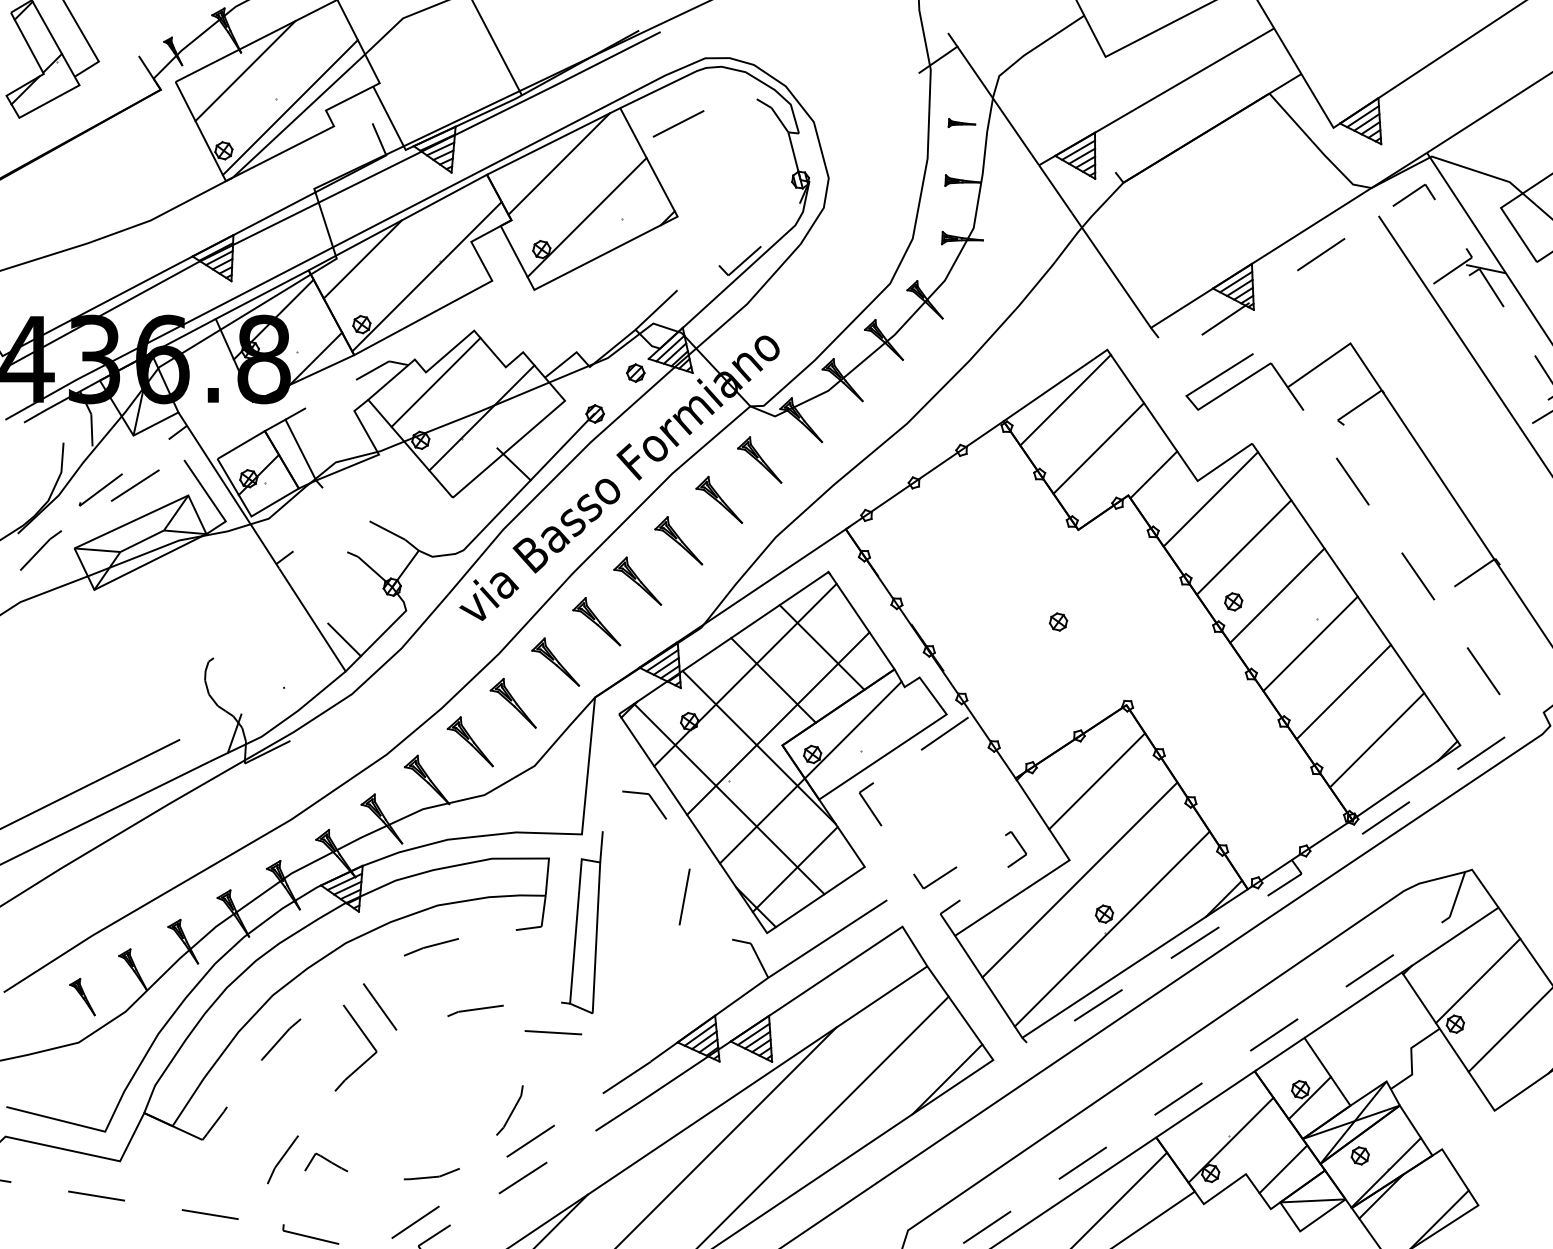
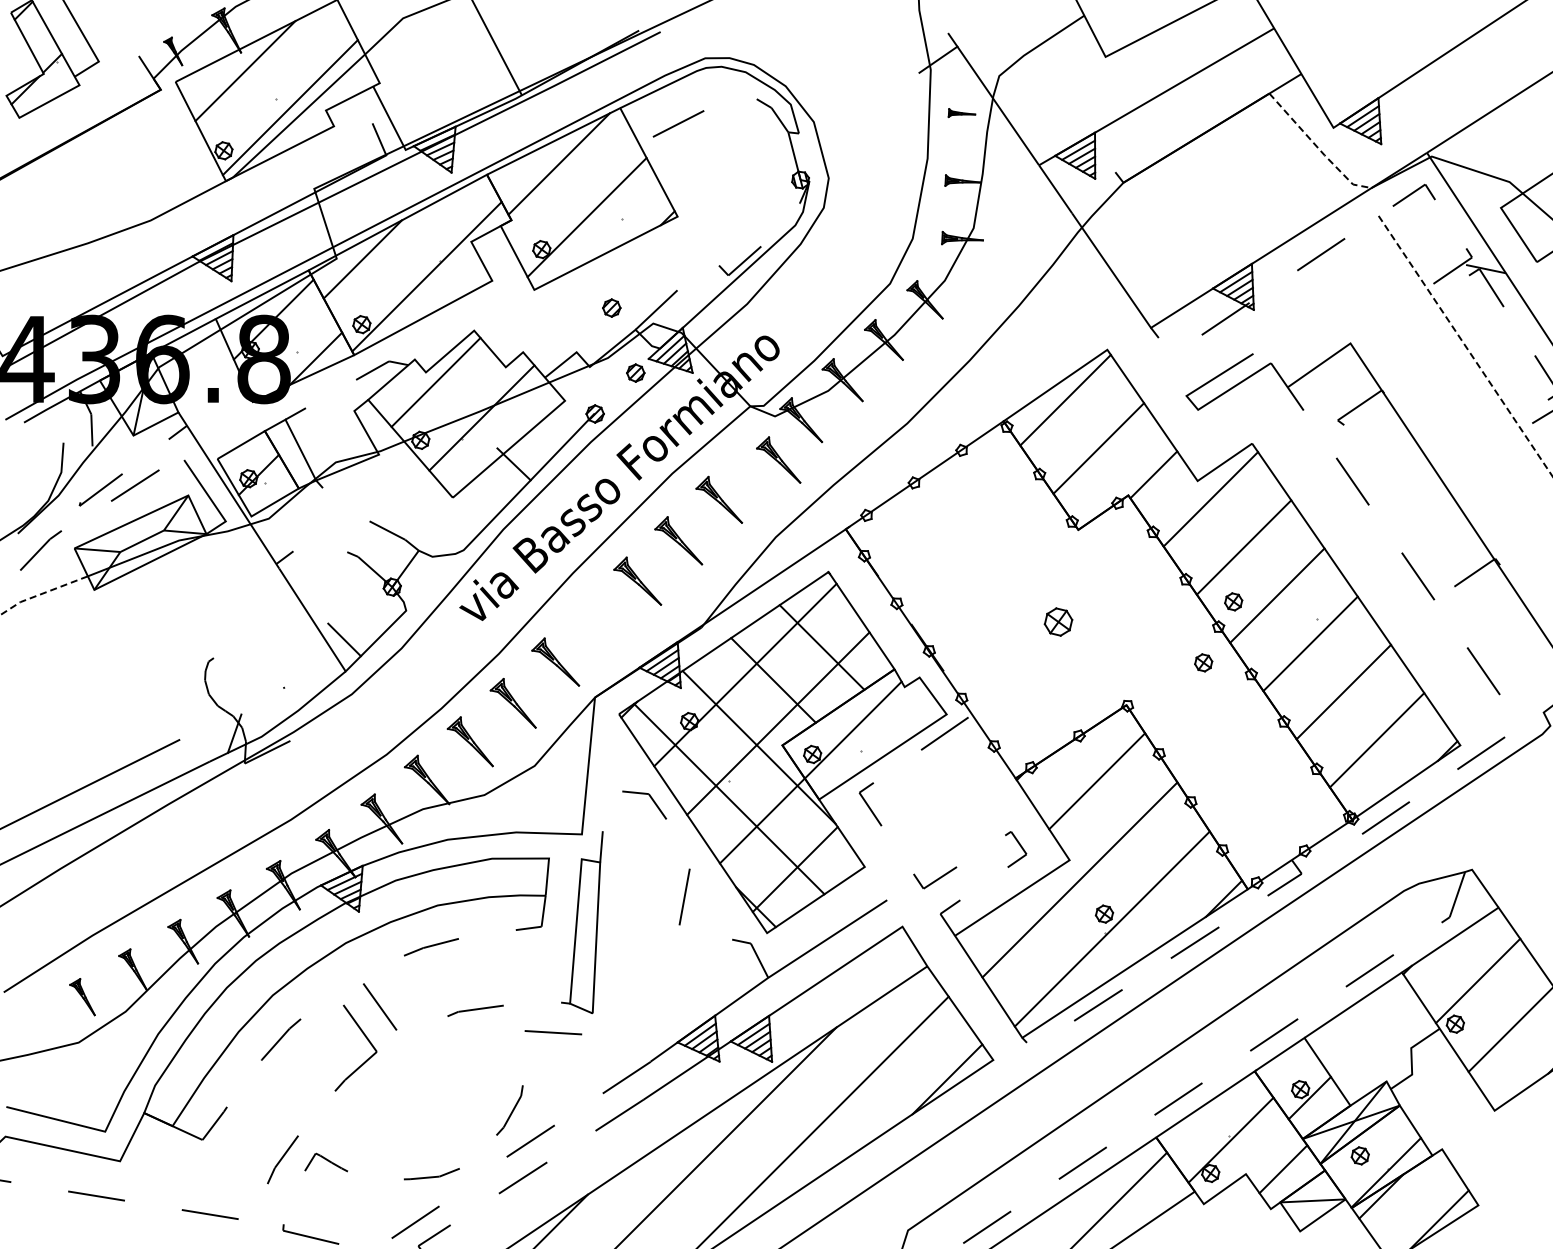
part at (961, 123) position: (961, 123) -> (961, 113)
line at (1317, 147): solid -> dashed
part at (611, 307): none -> present
line at (1465, 346): solid -> dashed
part at (759, 459) position: (759, 459) -> (778, 459)
line at (42, 593): solid -> dashed
part at (596, 621): present -> none
part at (1058, 621) size: 21x20 px -> 31x30 px
part at (1203, 662): none -> present
